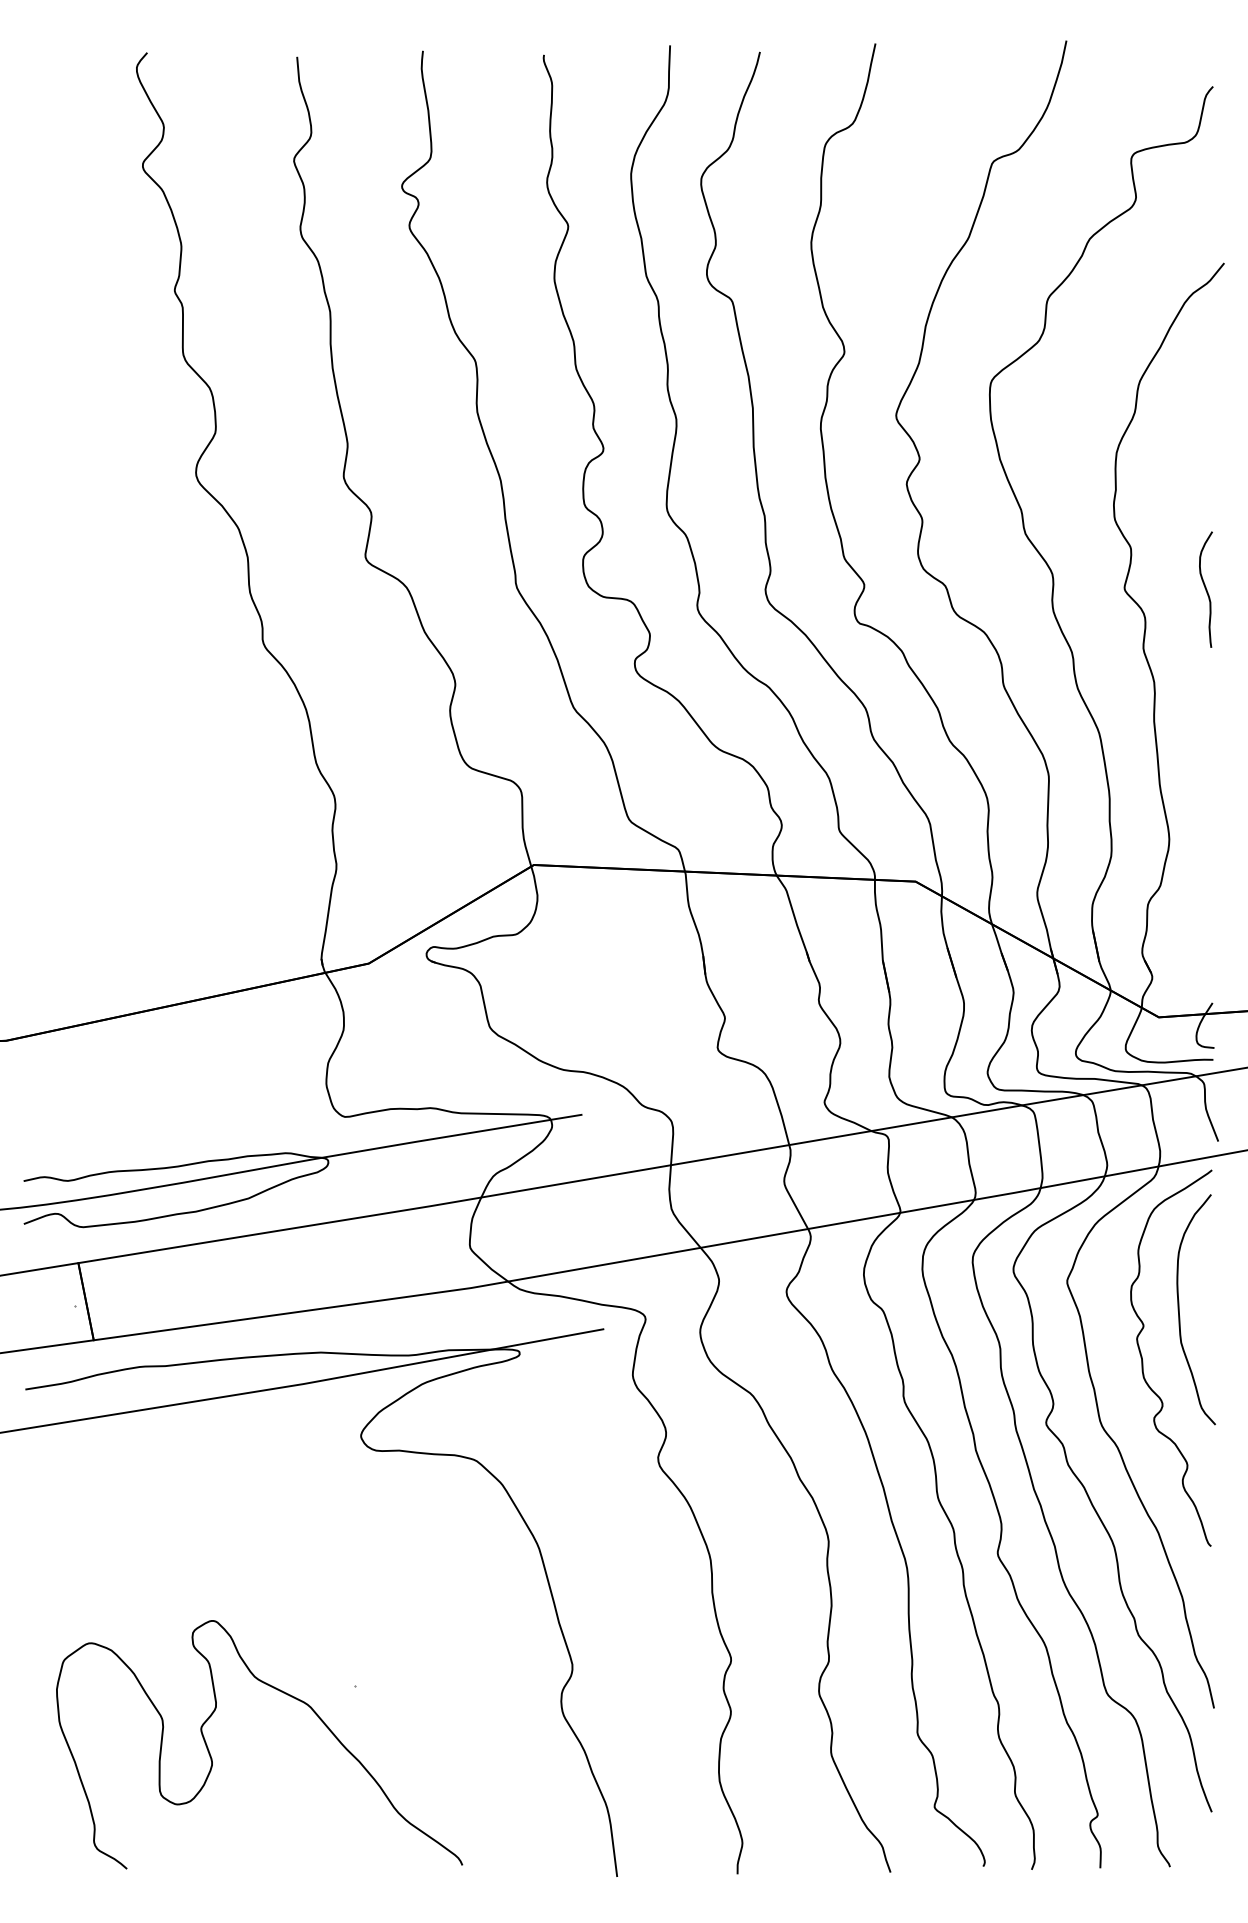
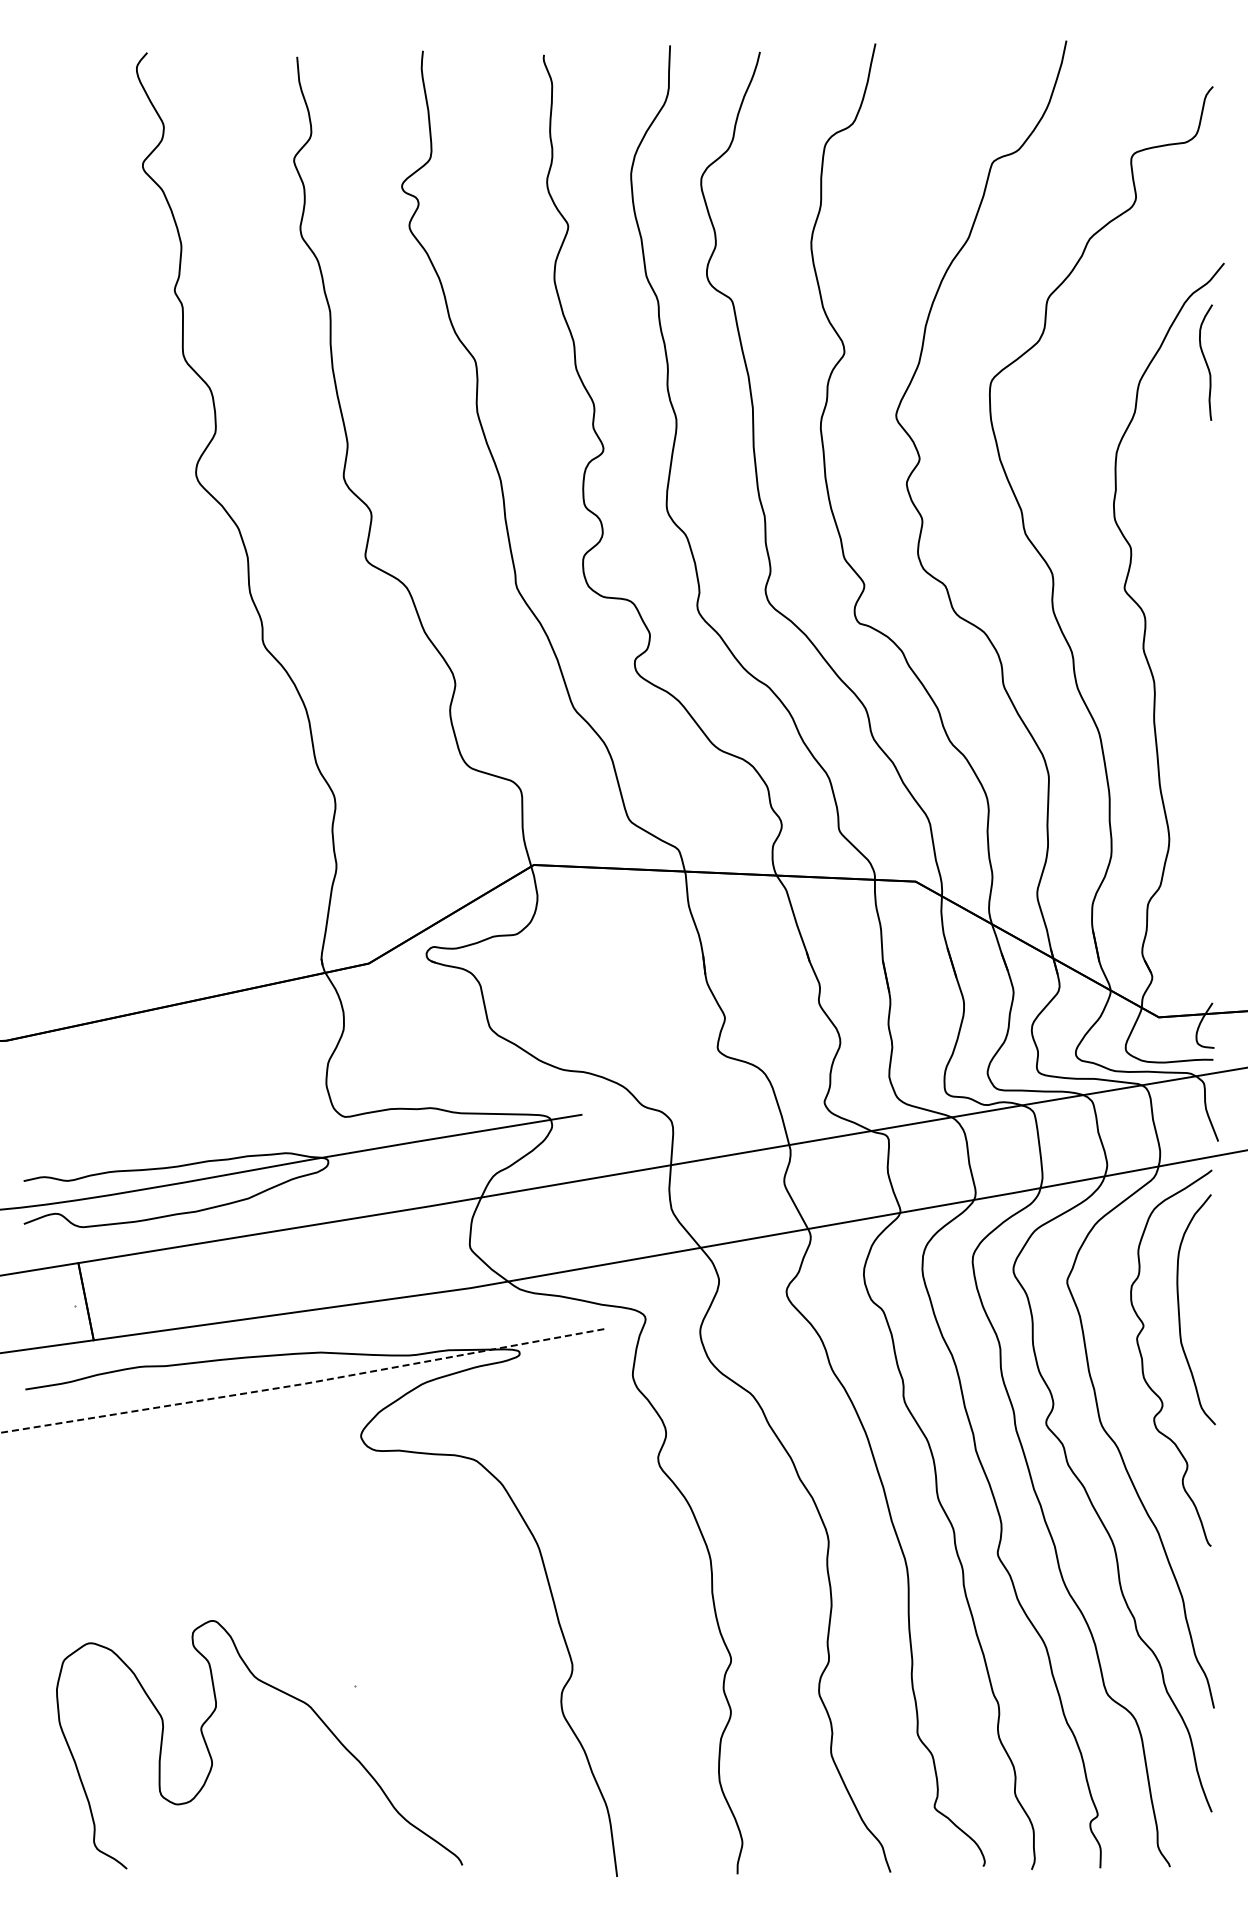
curve at (1205, 589) position: (1205, 589) -> (1205, 362)
line at (302, 1384): solid -> dashed
